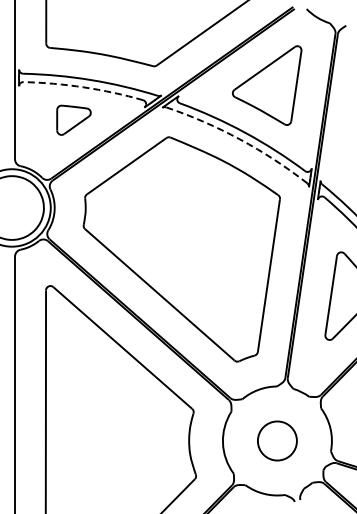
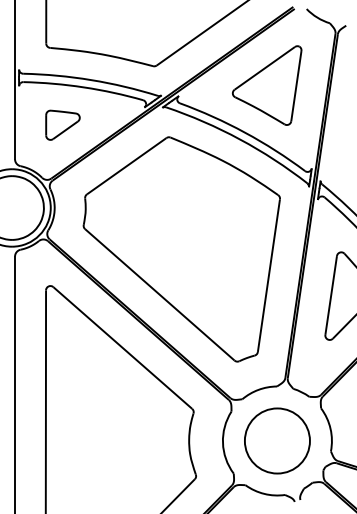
arc at (83, 87): dashed -> solid
part at (73, 119) position: (73, 119) -> (62, 124)
arc at (239, 139): dashed -> solid
circle at (276, 440) diameter: 39 px -> 65 px
